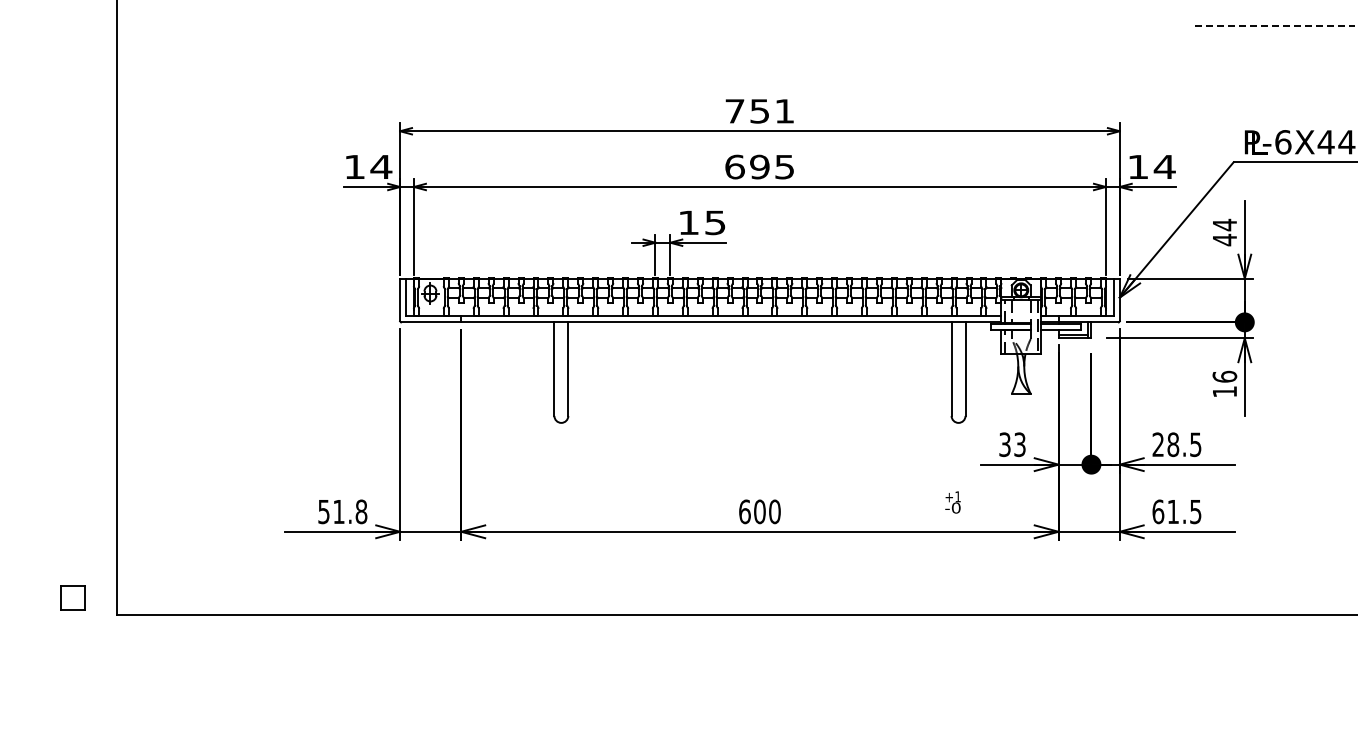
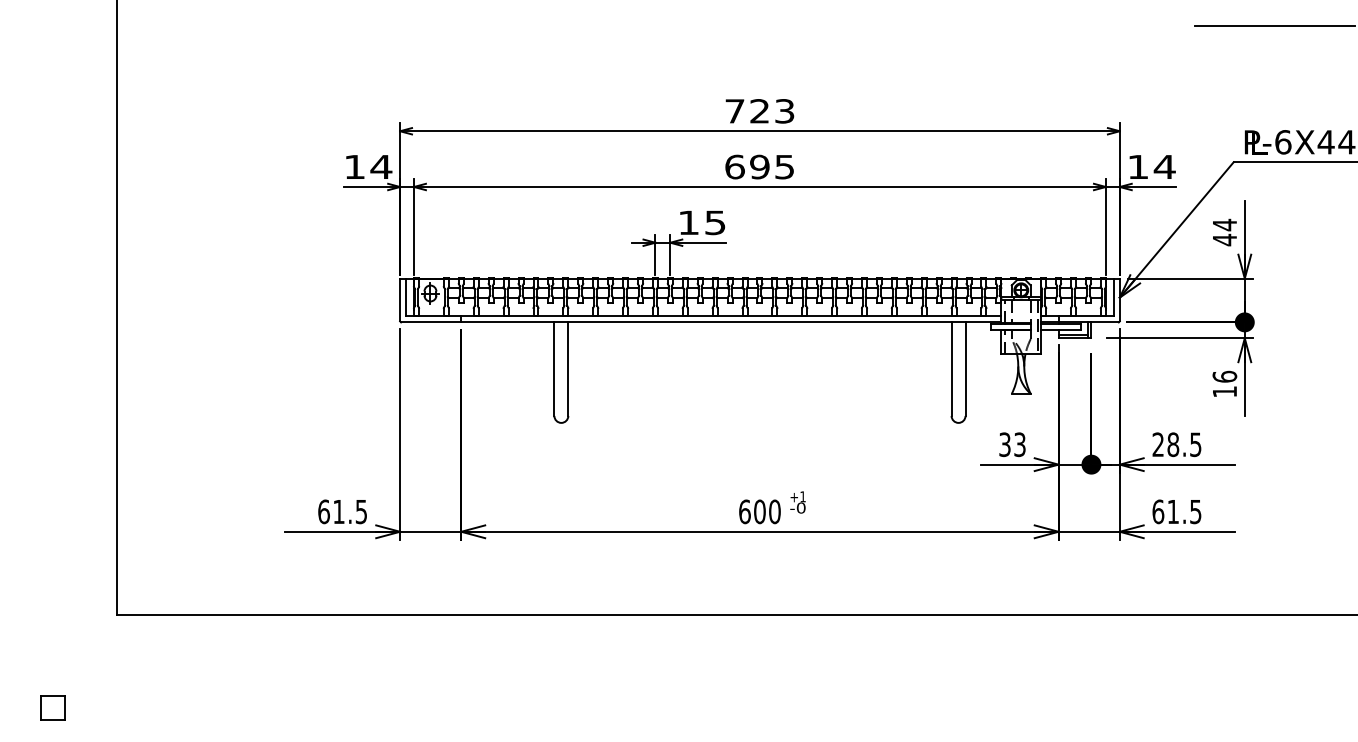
line at (1275, 26): dashed -> solid
text at (772, 111): 751 -> 723
text at (952, 502) position: (952, 502) -> (797, 502)
text at (342, 511): 51.8 -> 61.5
part at (72, 597) position: (72, 597) -> (52, 707)
